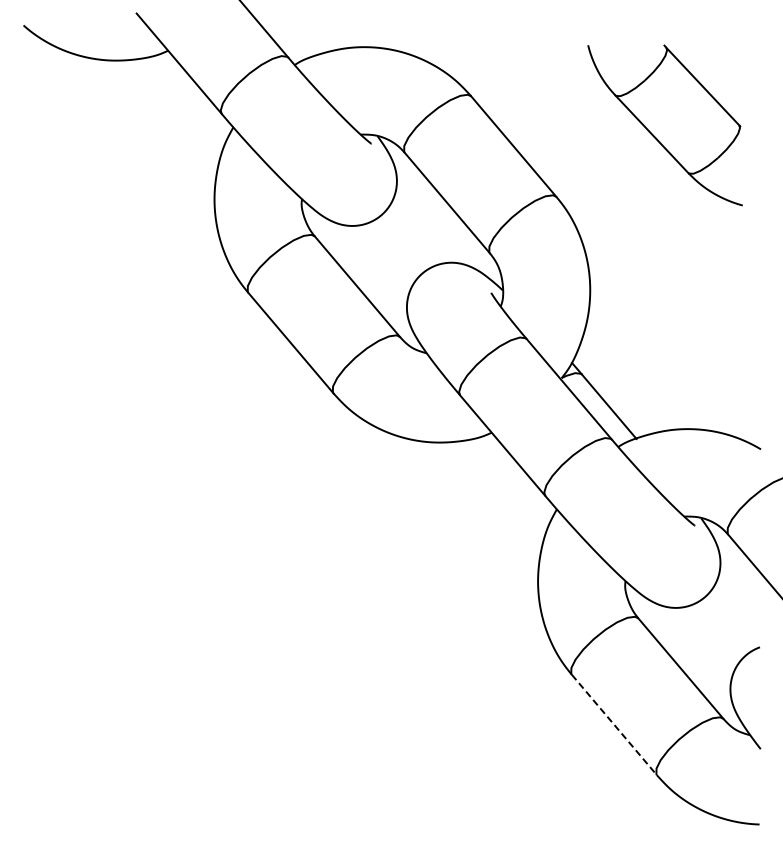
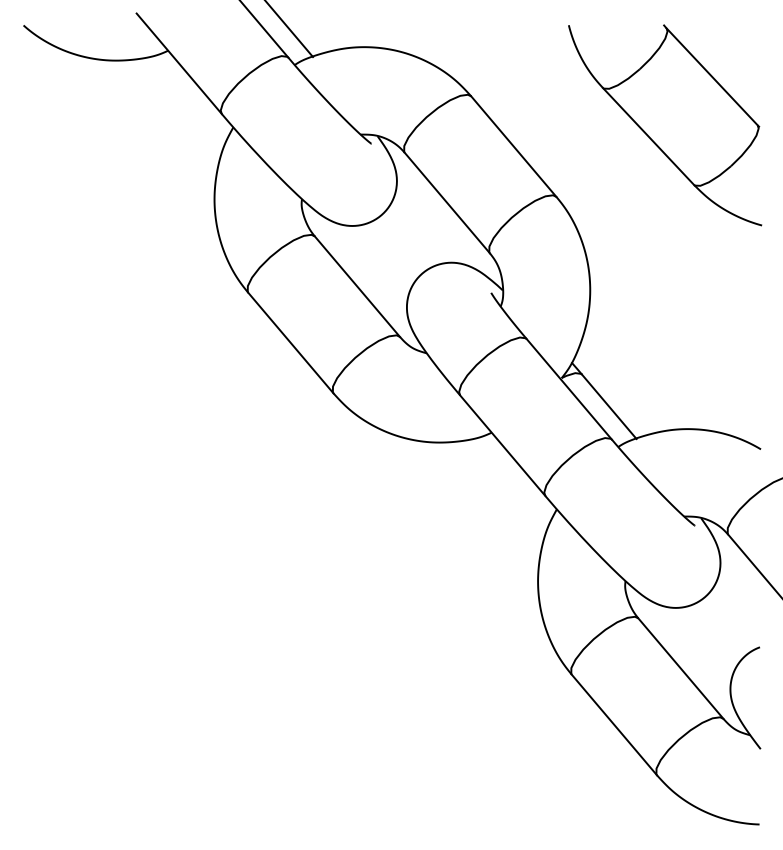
line at (289, 29): none -> present
part at (664, 125) size: 156x163 px -> 195x203 px
line at (614, 725): dashed -> solid
